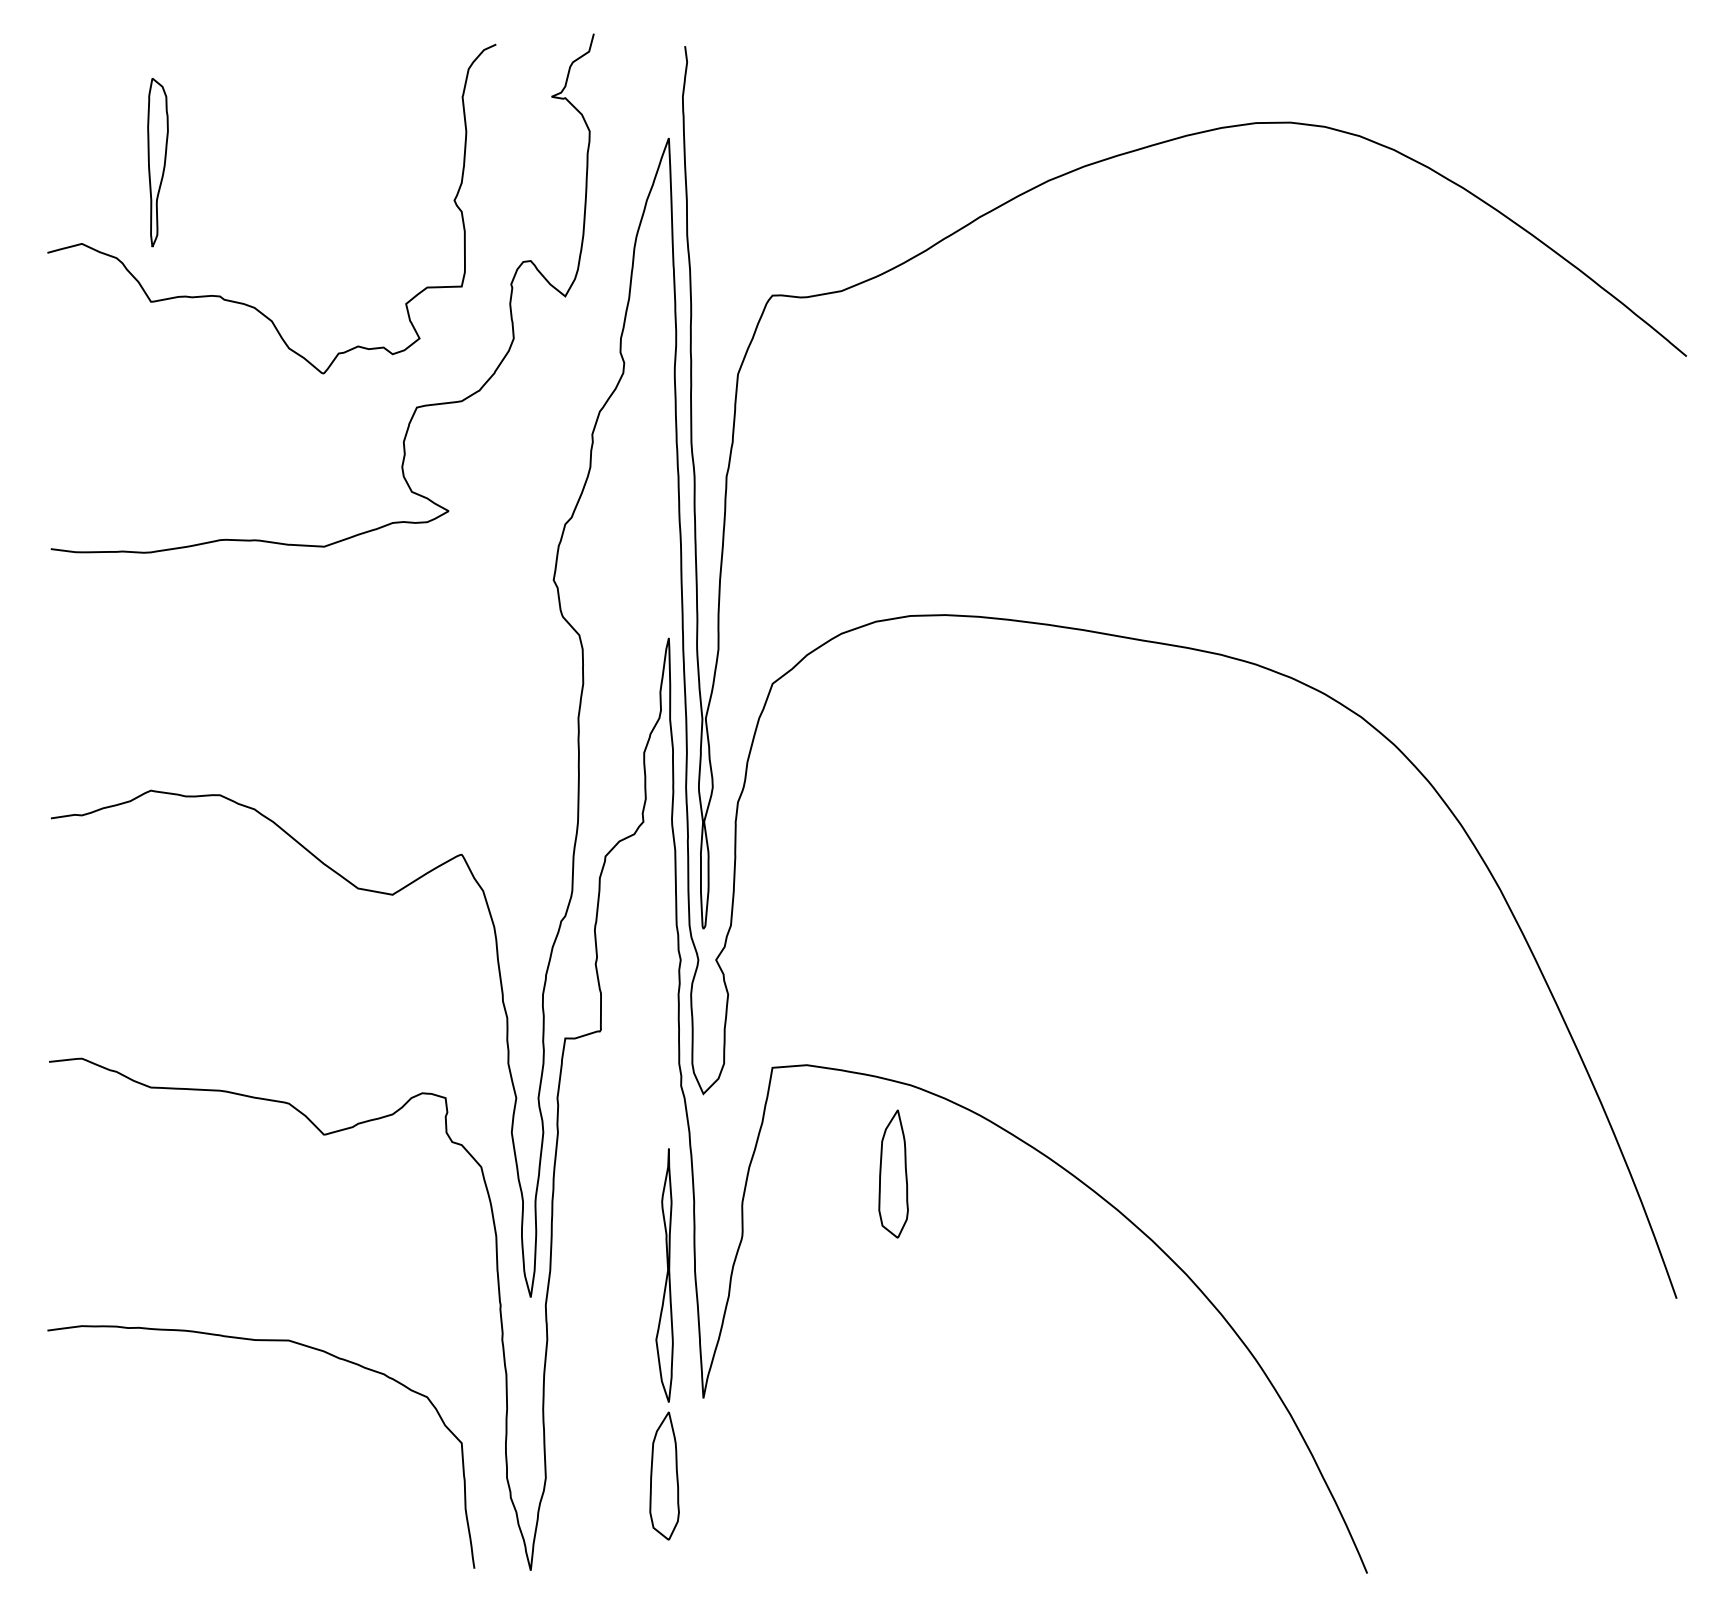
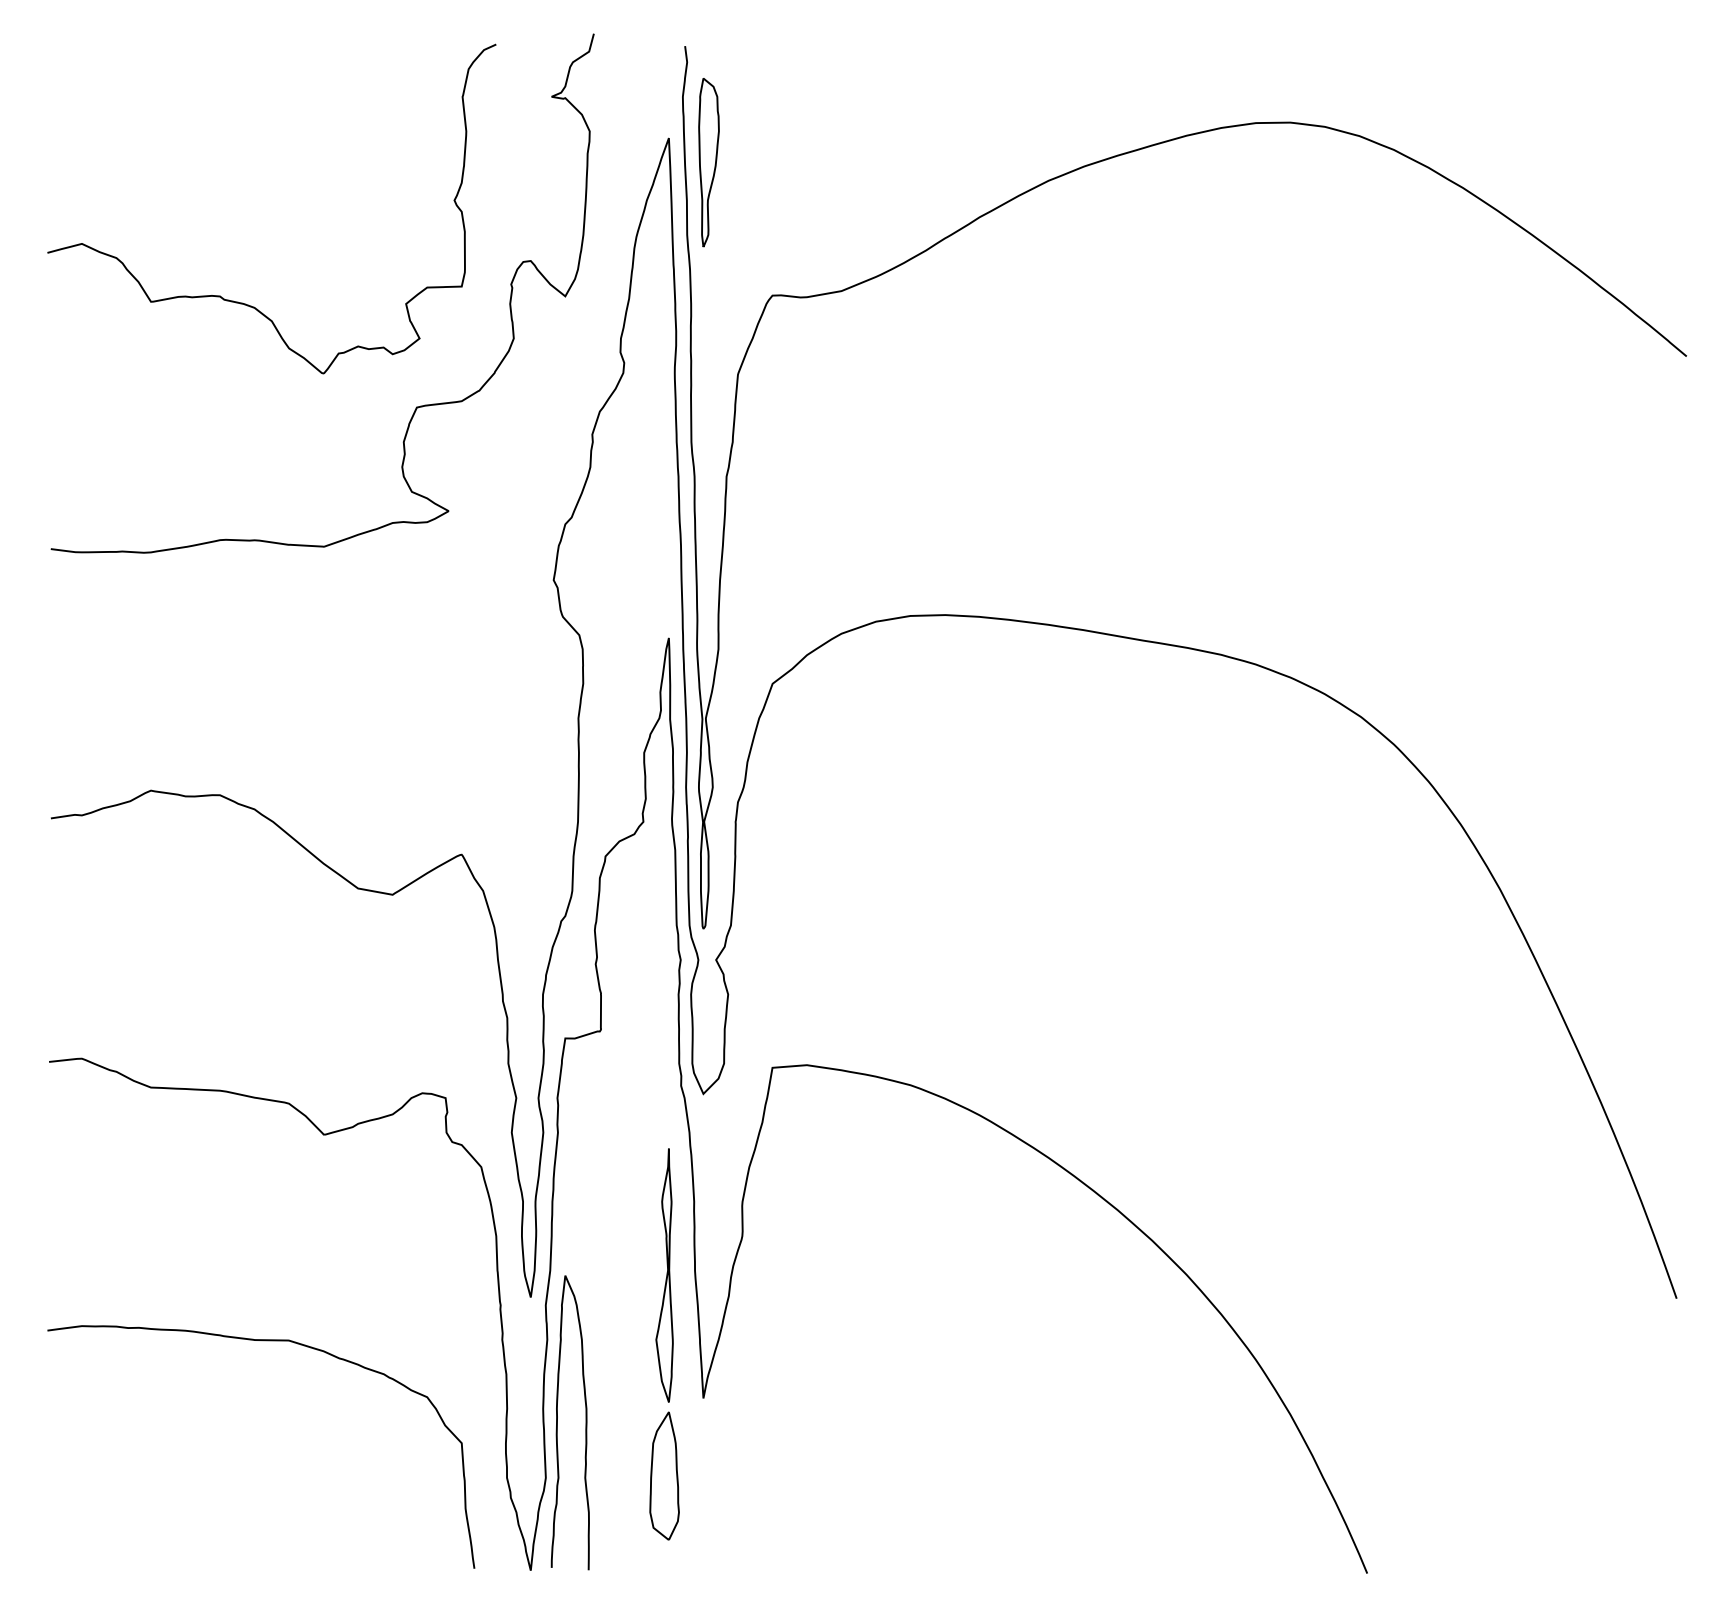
part at (157, 162) position: (157, 162) -> (708, 162)
part at (893, 1173): present -> none
curve at (557, 1422): none -> present
